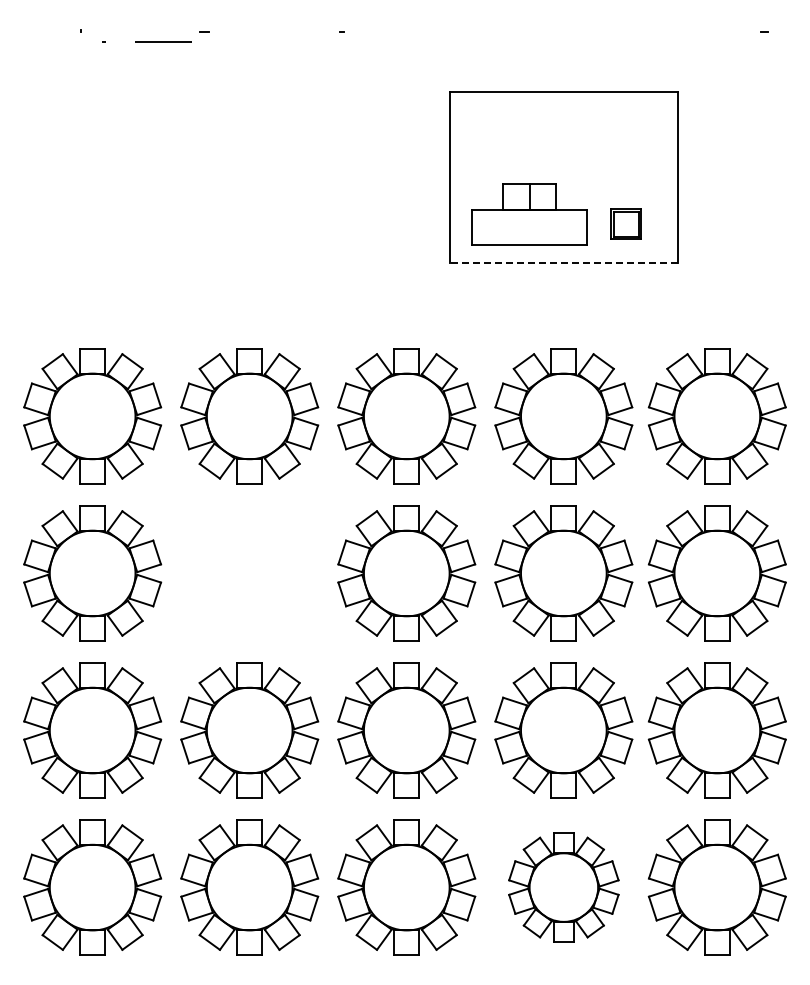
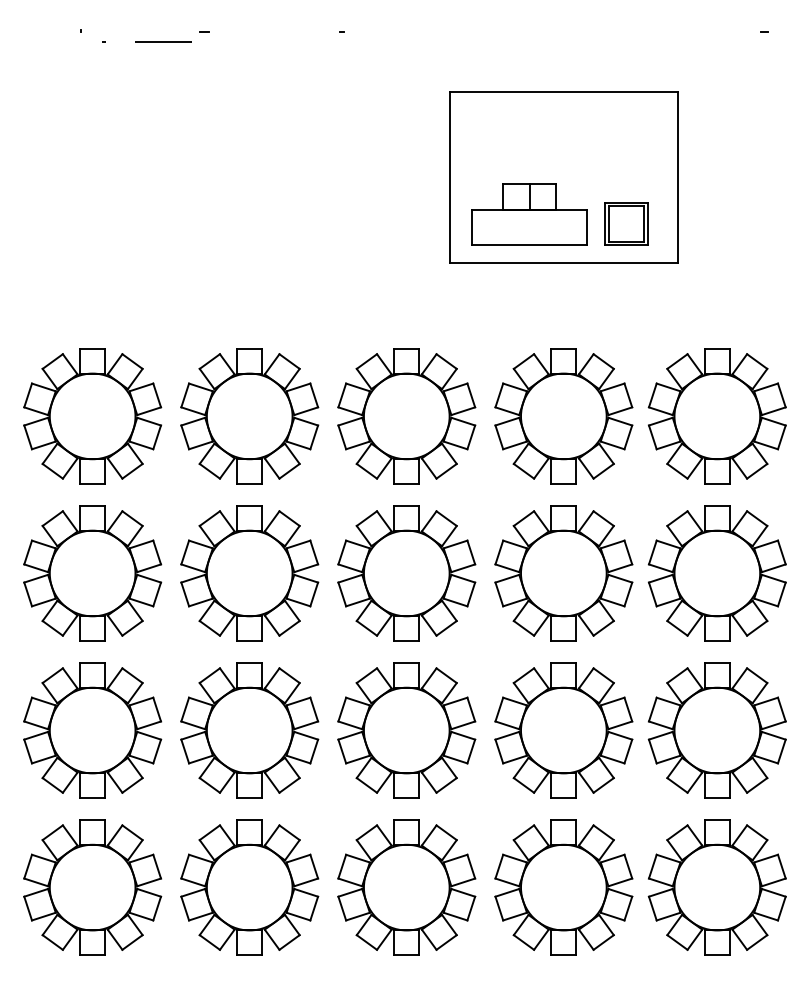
part at (625, 223) size: 32x32 px -> 45x44 px
line at (563, 262): dashed -> solid
part at (249, 573): none -> present
part at (563, 887) size: 112x111 px -> 140x137 px
